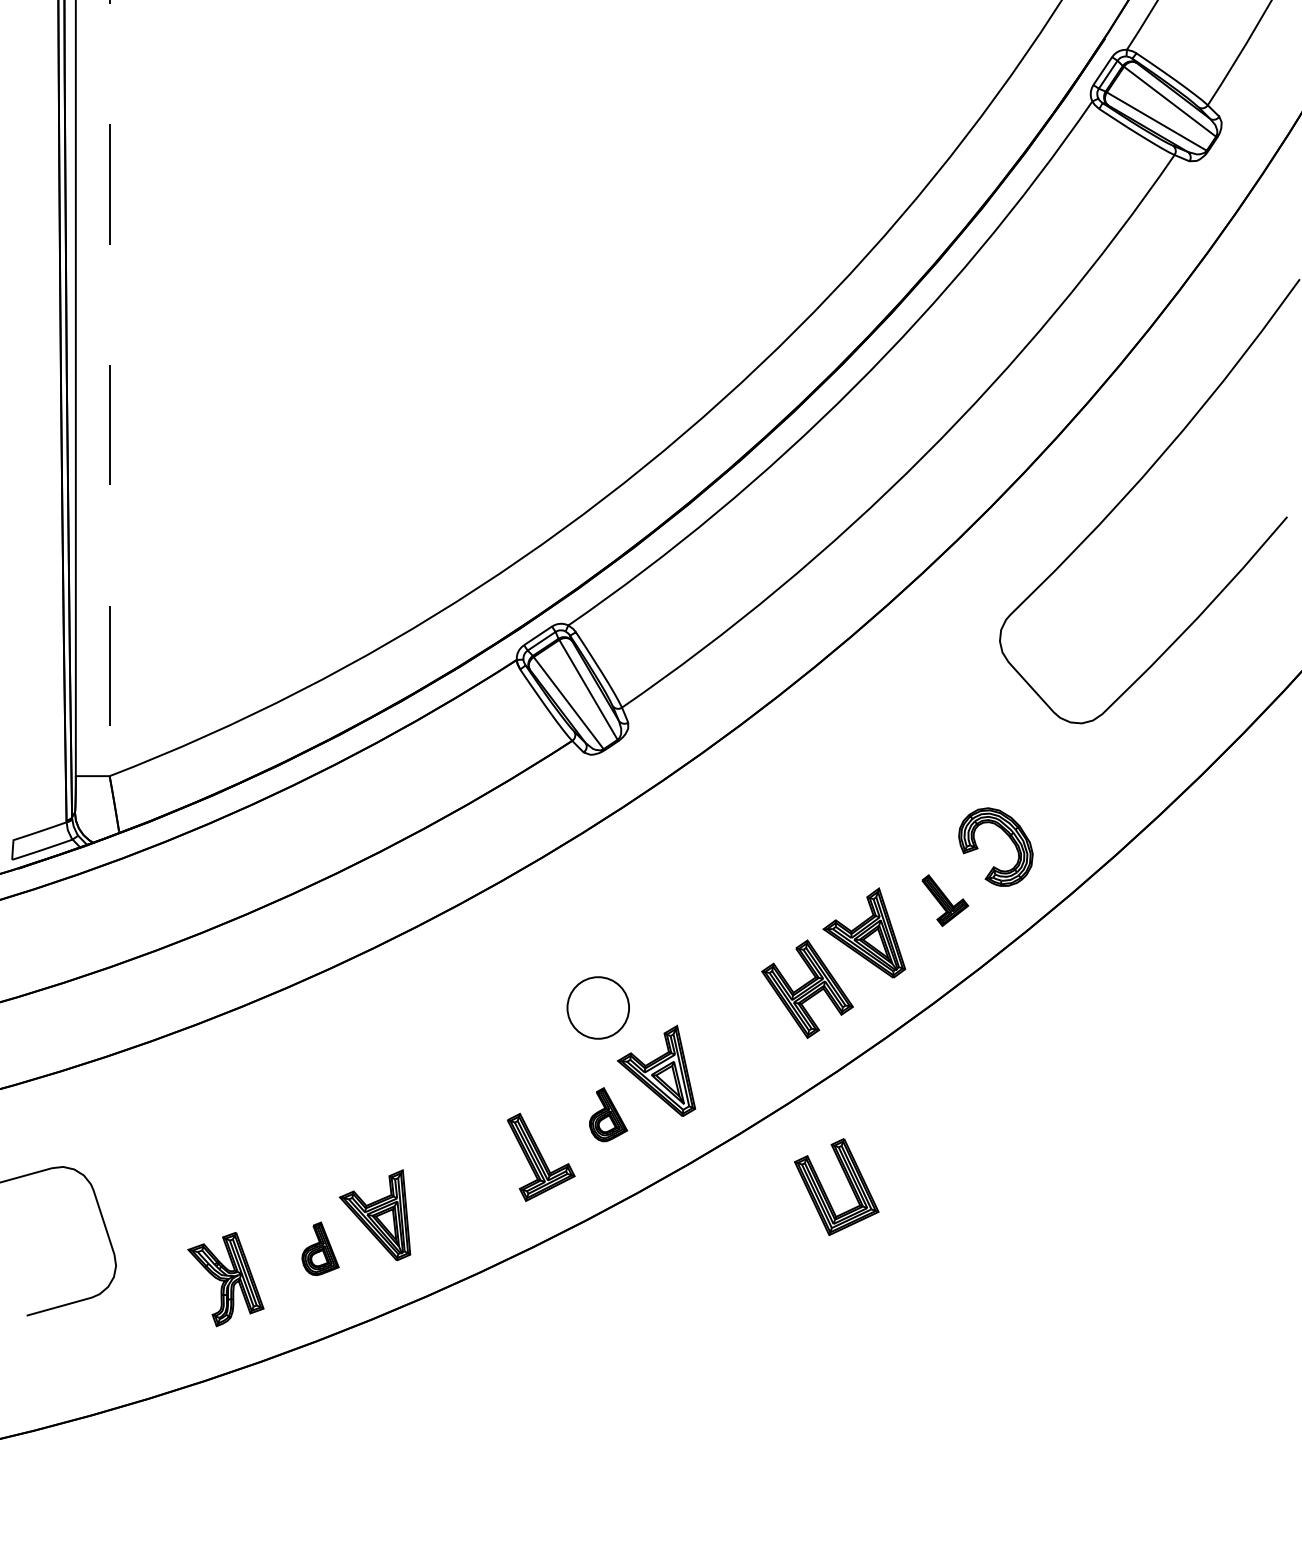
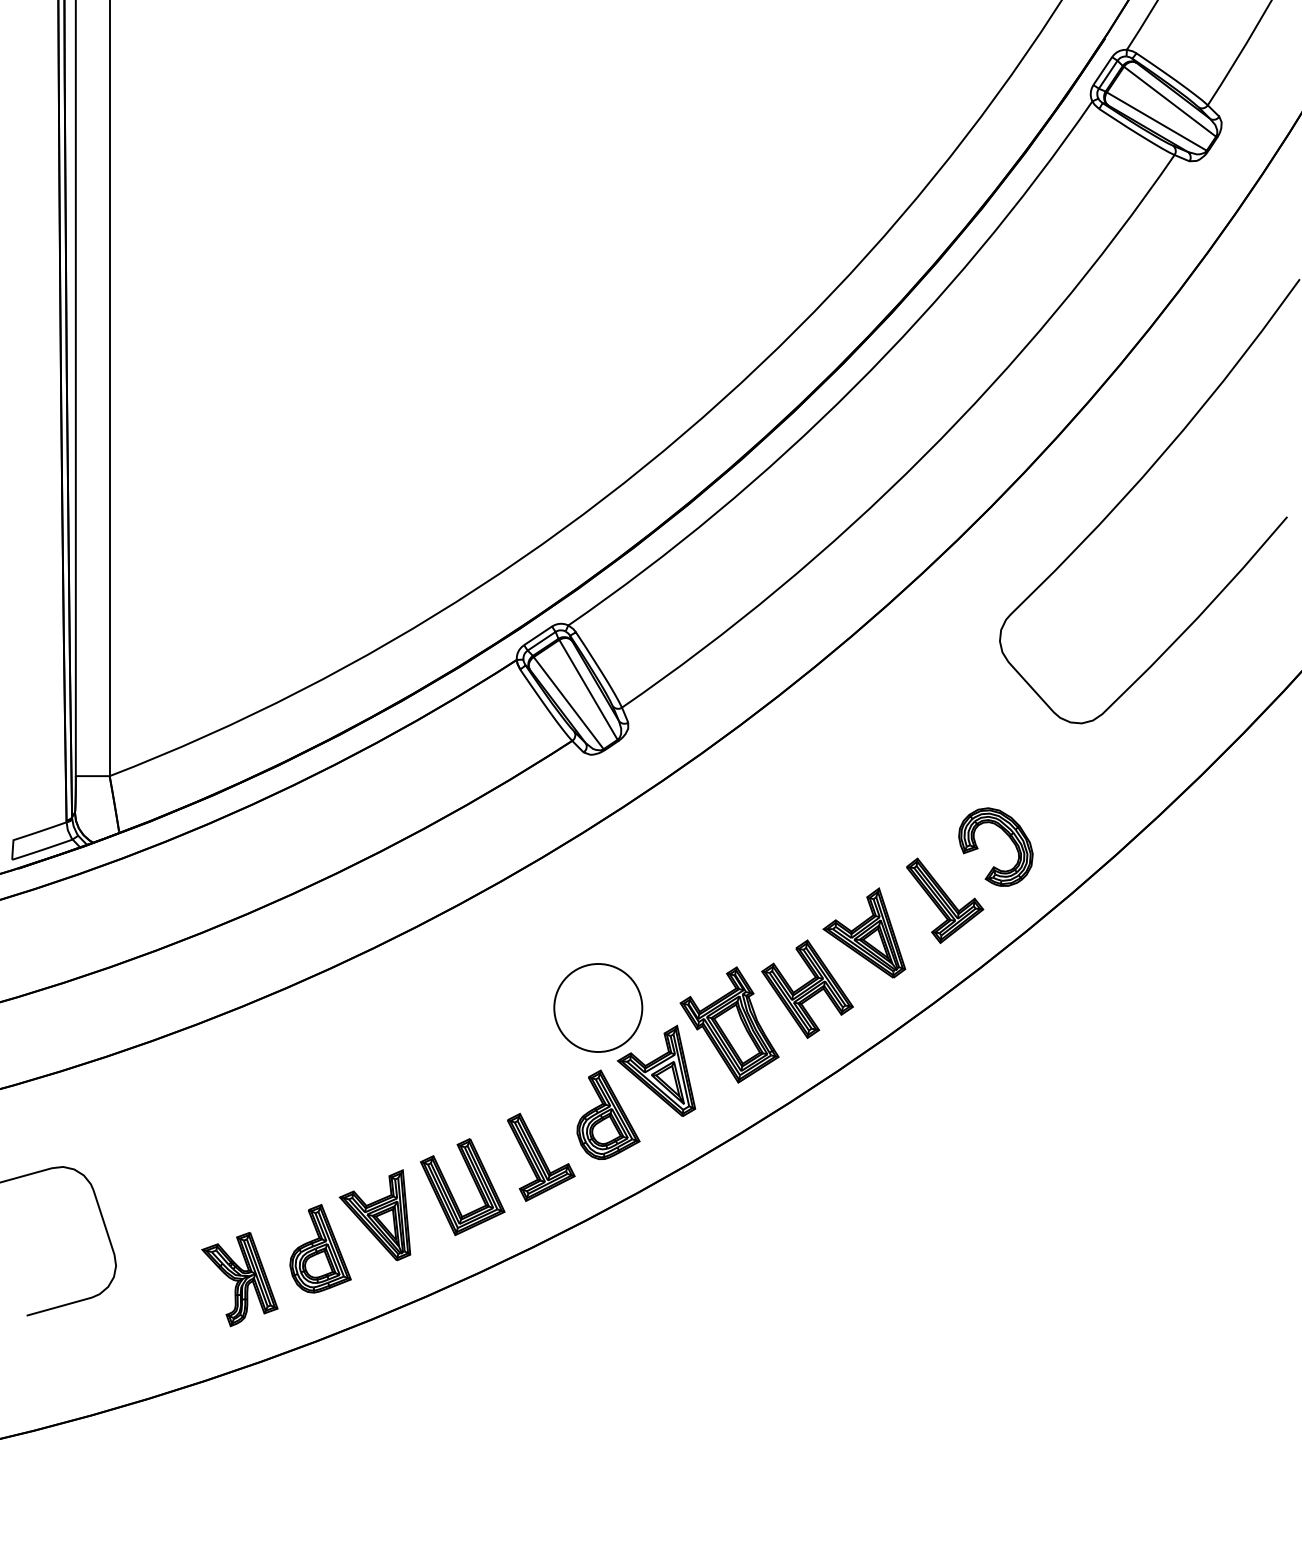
line at (109, 388): dashed -> solid
part at (945, 900) size: 49x53 px -> 79x87 px
circle at (598, 1007) diameter: 62 px -> 88 px
part at (729, 1024): none -> present
part at (608, 1114) size: 40x56 px -> 65x91 px
part at (825, 1191) position: (825, 1191) -> (451, 1191)
part at (320, 1248) size: 39x56 px -> 63x90 px
part at (225, 1279) position: (225, 1279) -> (239, 1279)
